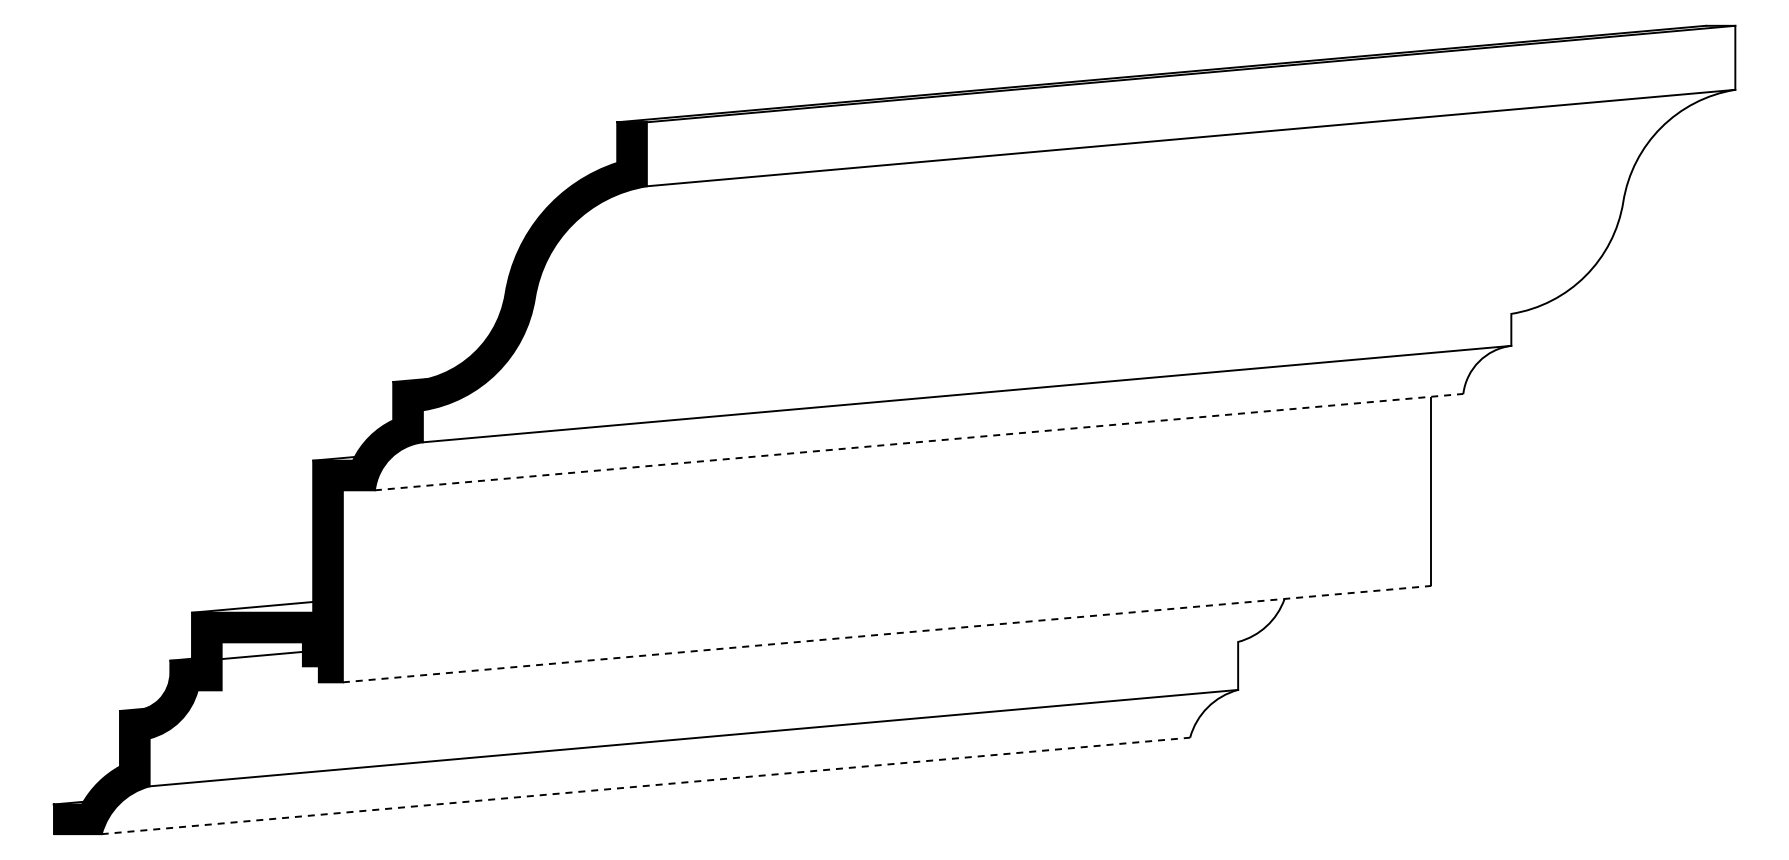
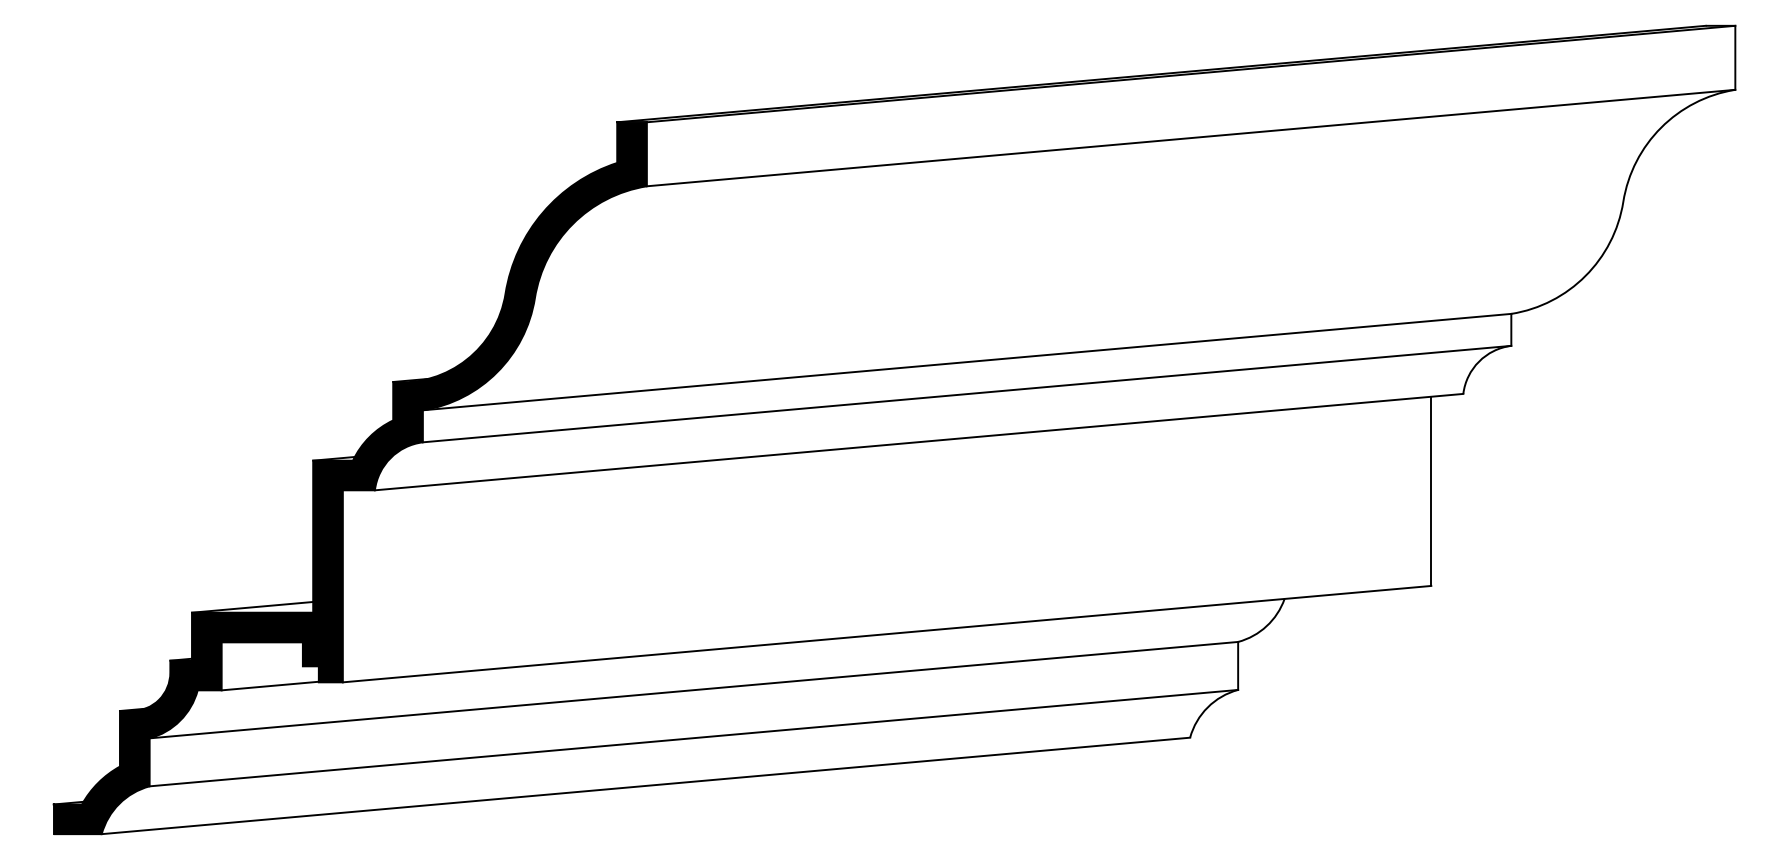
line at (966, 361): none -> present
line at (919, 442): dashed -> solid
line at (887, 634): dashed -> solid
line at (266, 654) position: (266, 654) -> (269, 685)
line at (693, 689): none -> present
line at (646, 785): dashed -> solid
